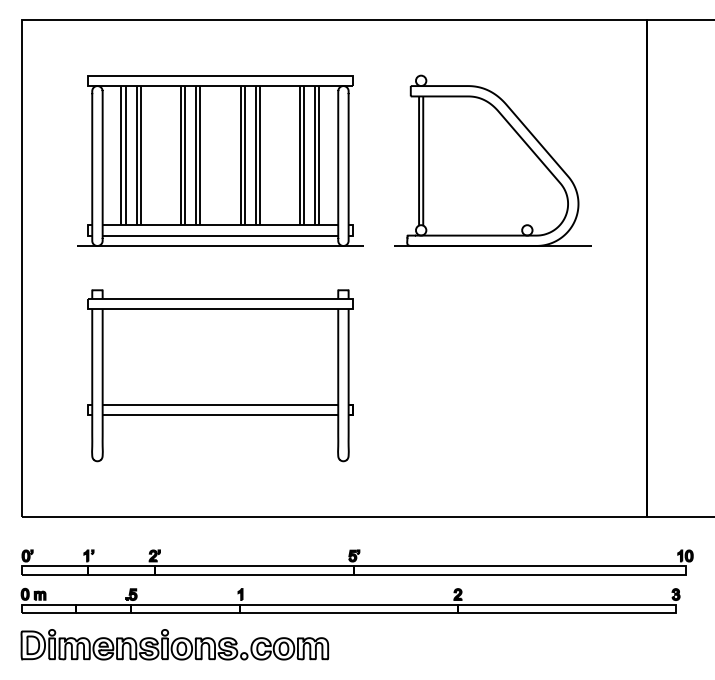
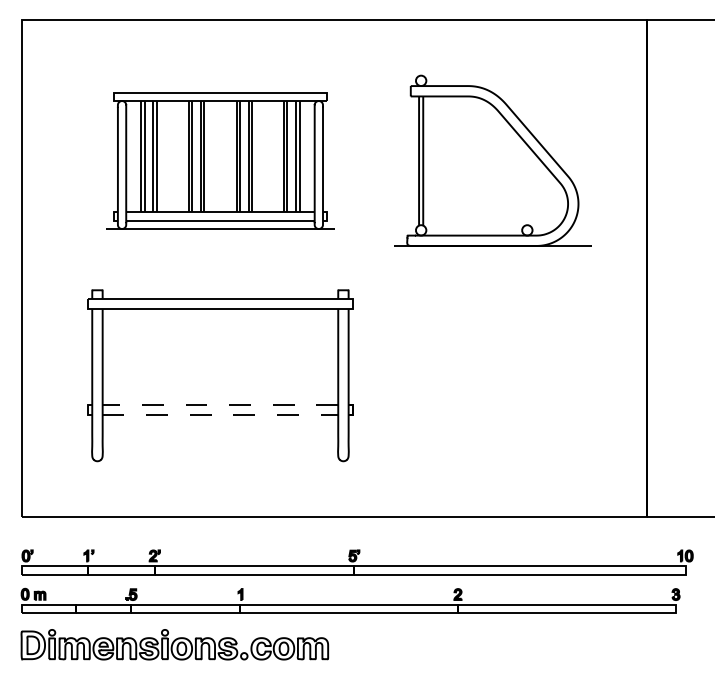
part at (220, 160) size: 287x172 px -> 229x138 px
line at (220, 404): solid -> dashed
line at (220, 415): solid -> dashed
